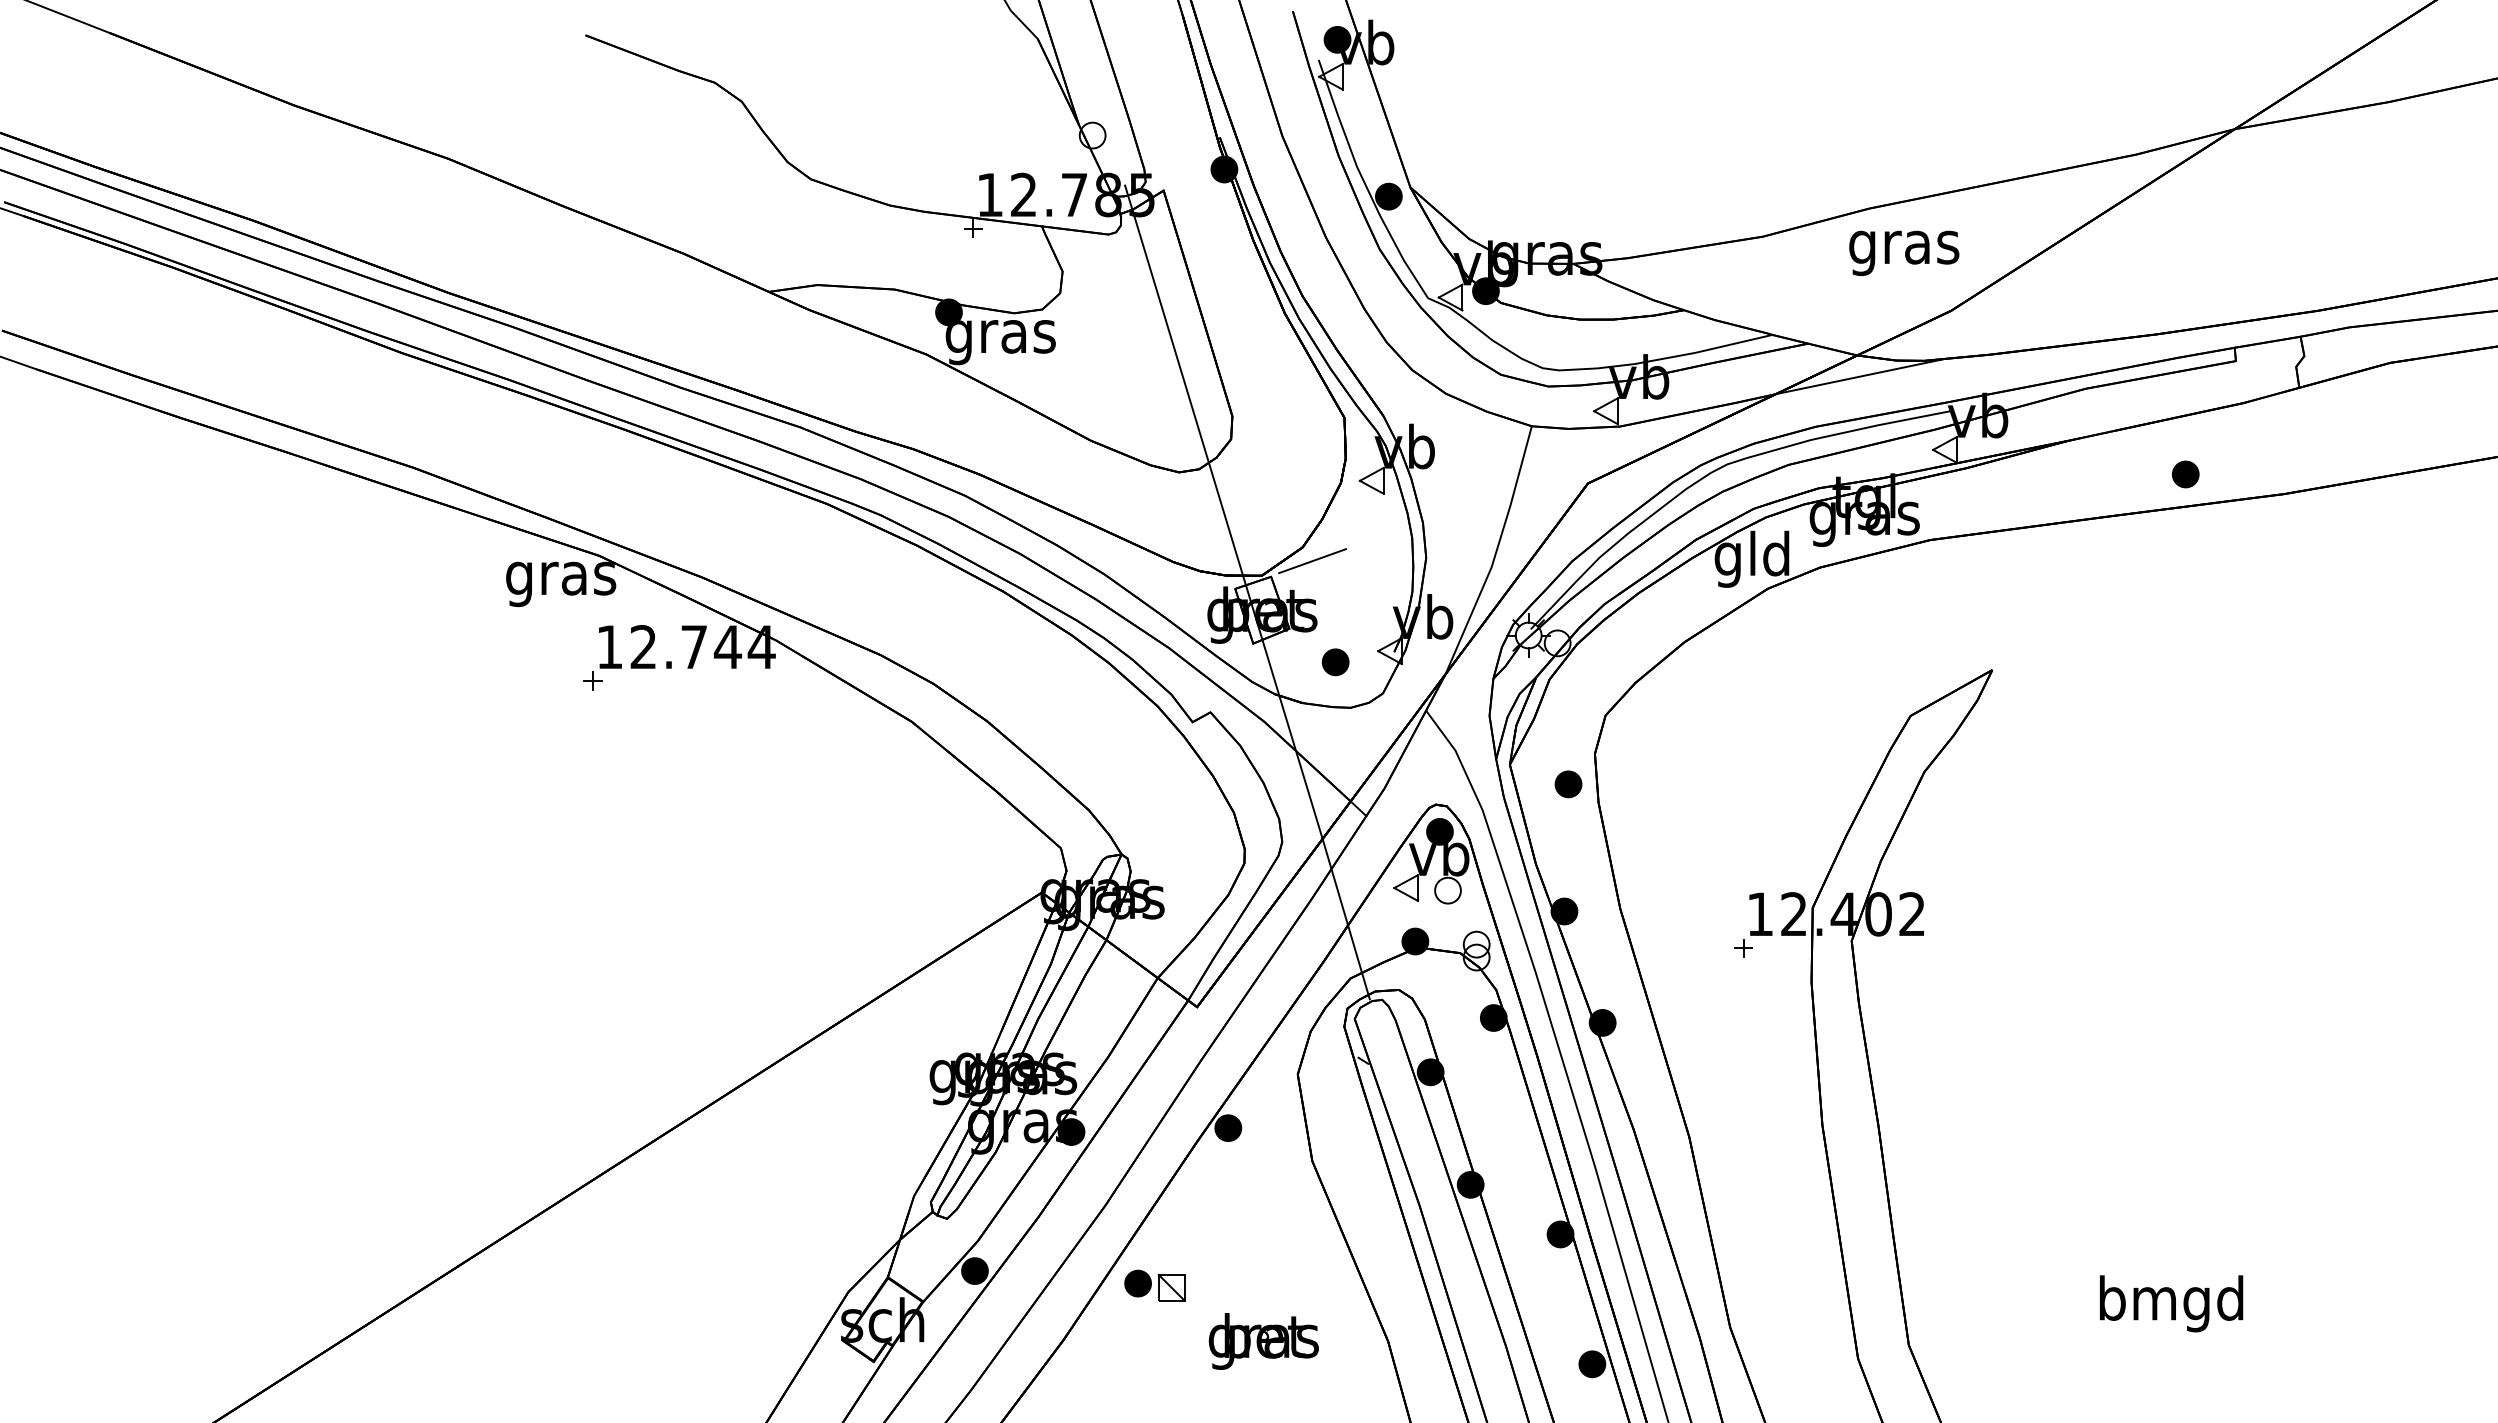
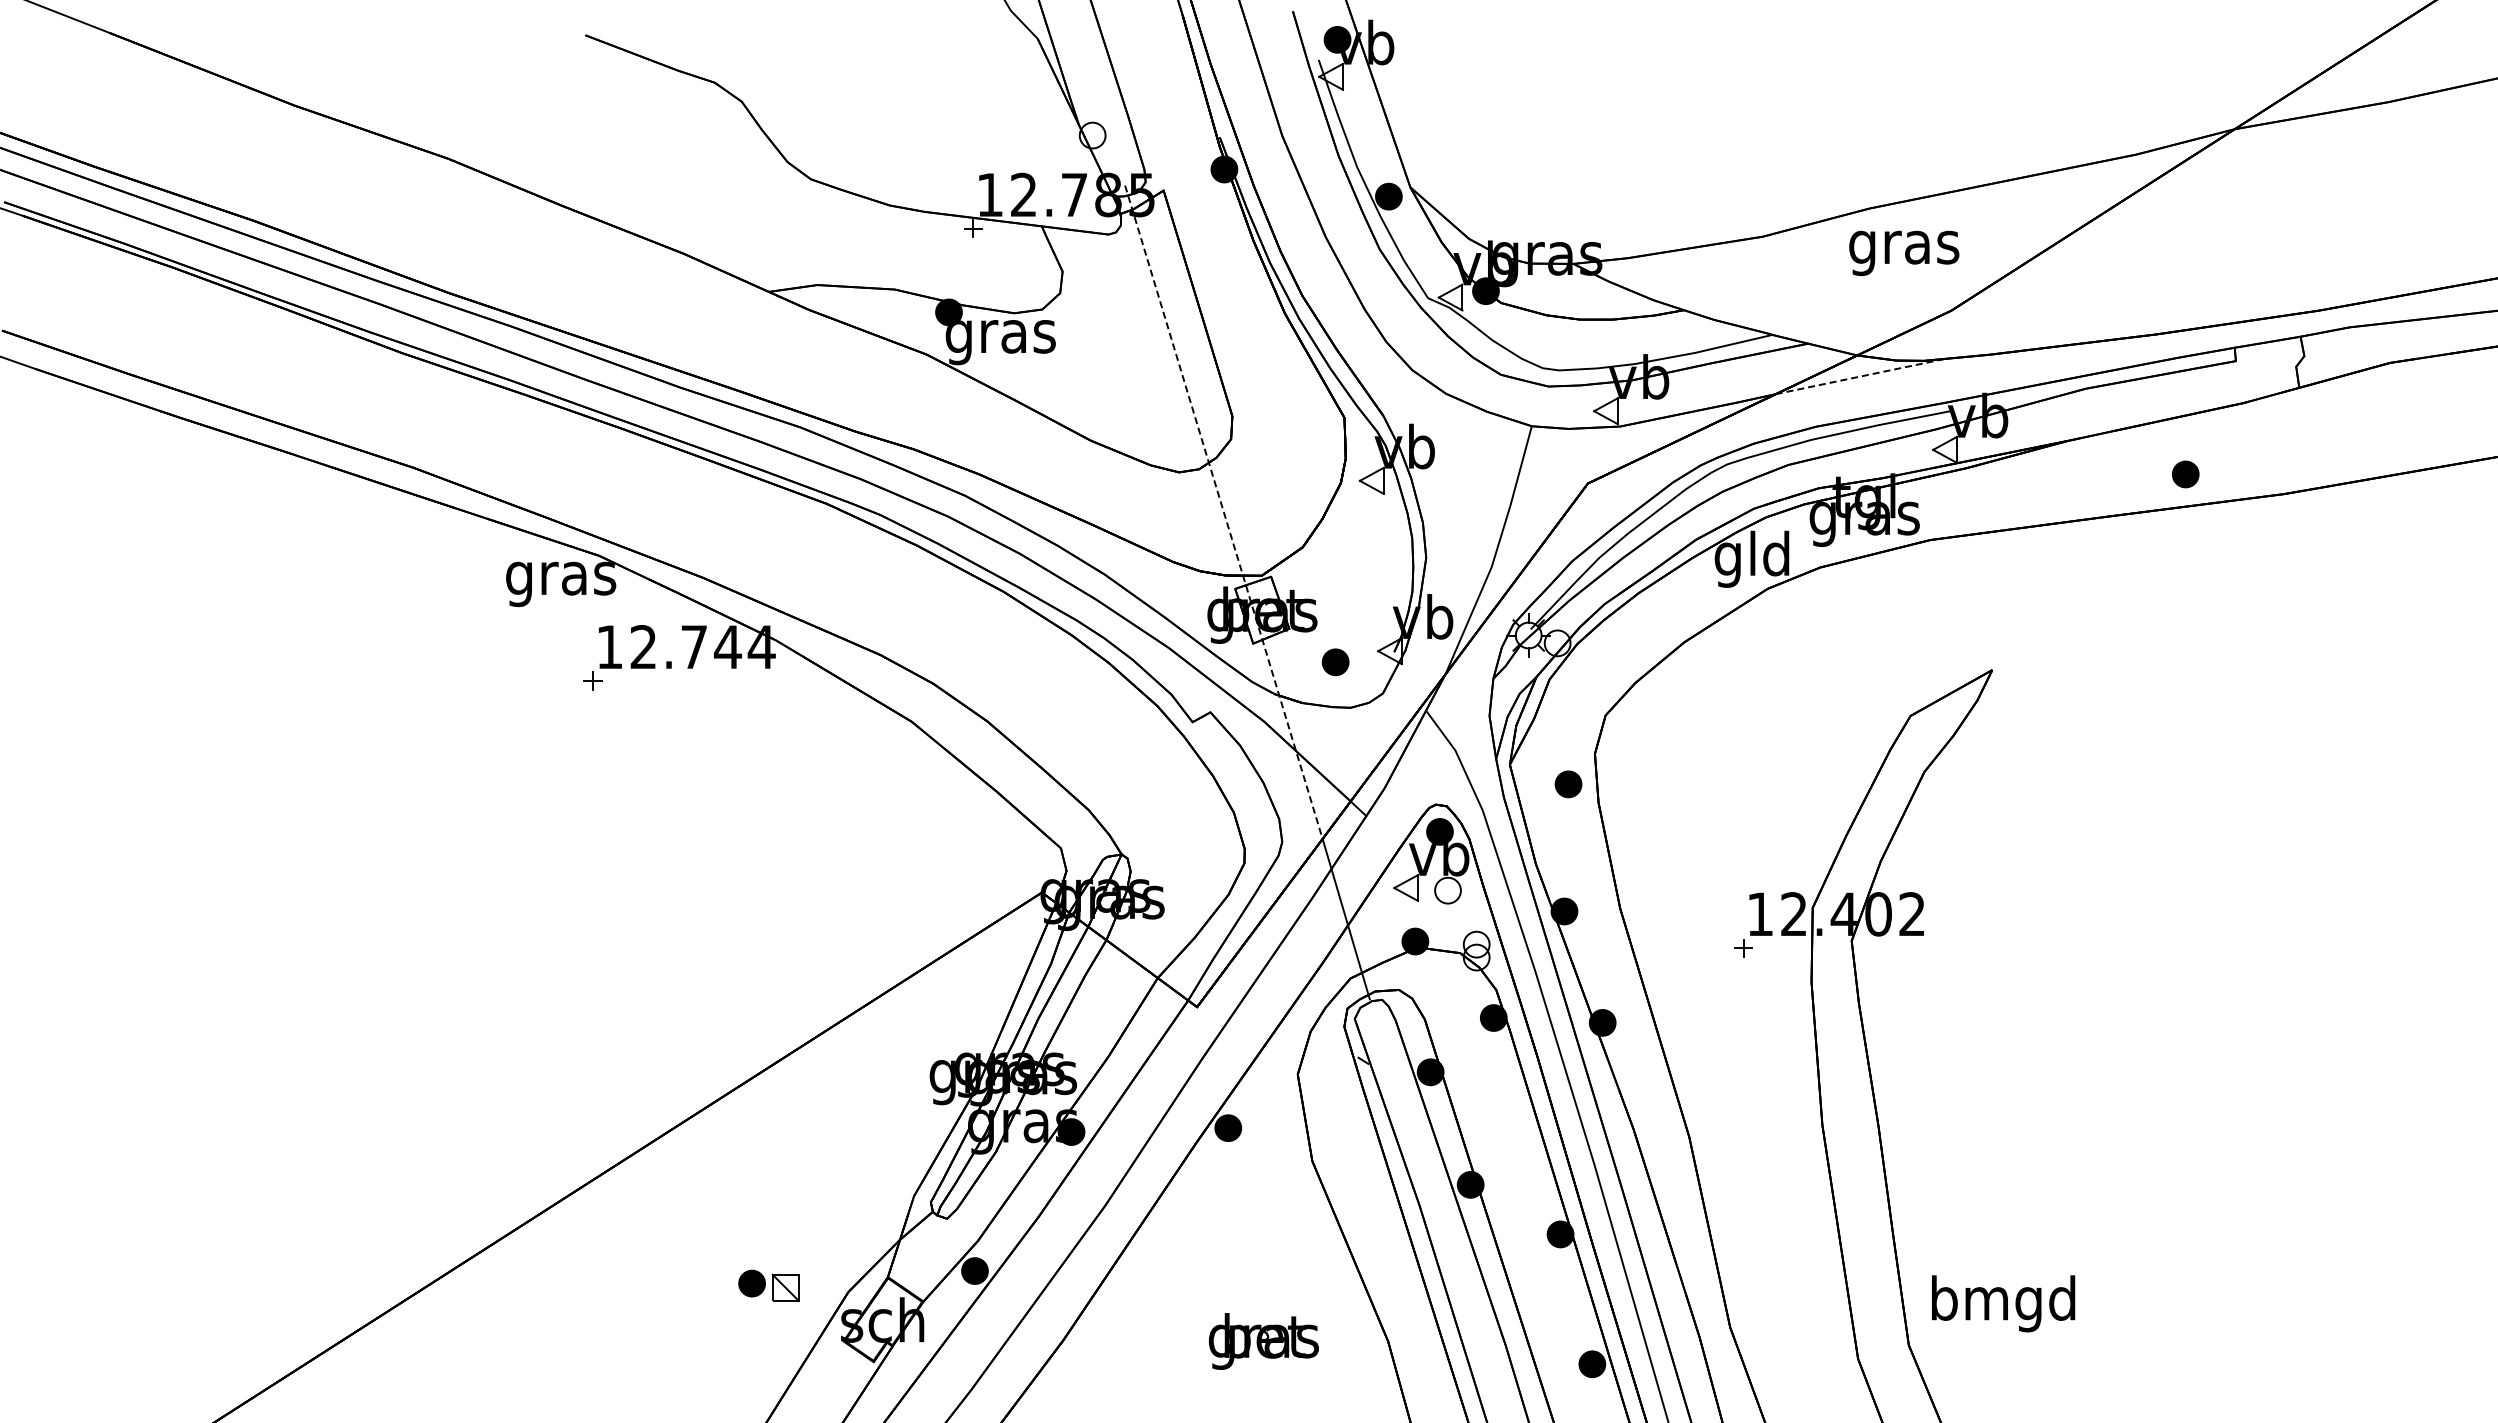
line at (1860, 376): solid -> dashed
line at (1224, 512): solid -> dashed
line at (1312, 561): present -> none
part at (1154, 1285) position: (1154, 1285) -> (768, 1285)
text at (2171, 1303) position: (2171, 1303) -> (2003, 1303)
